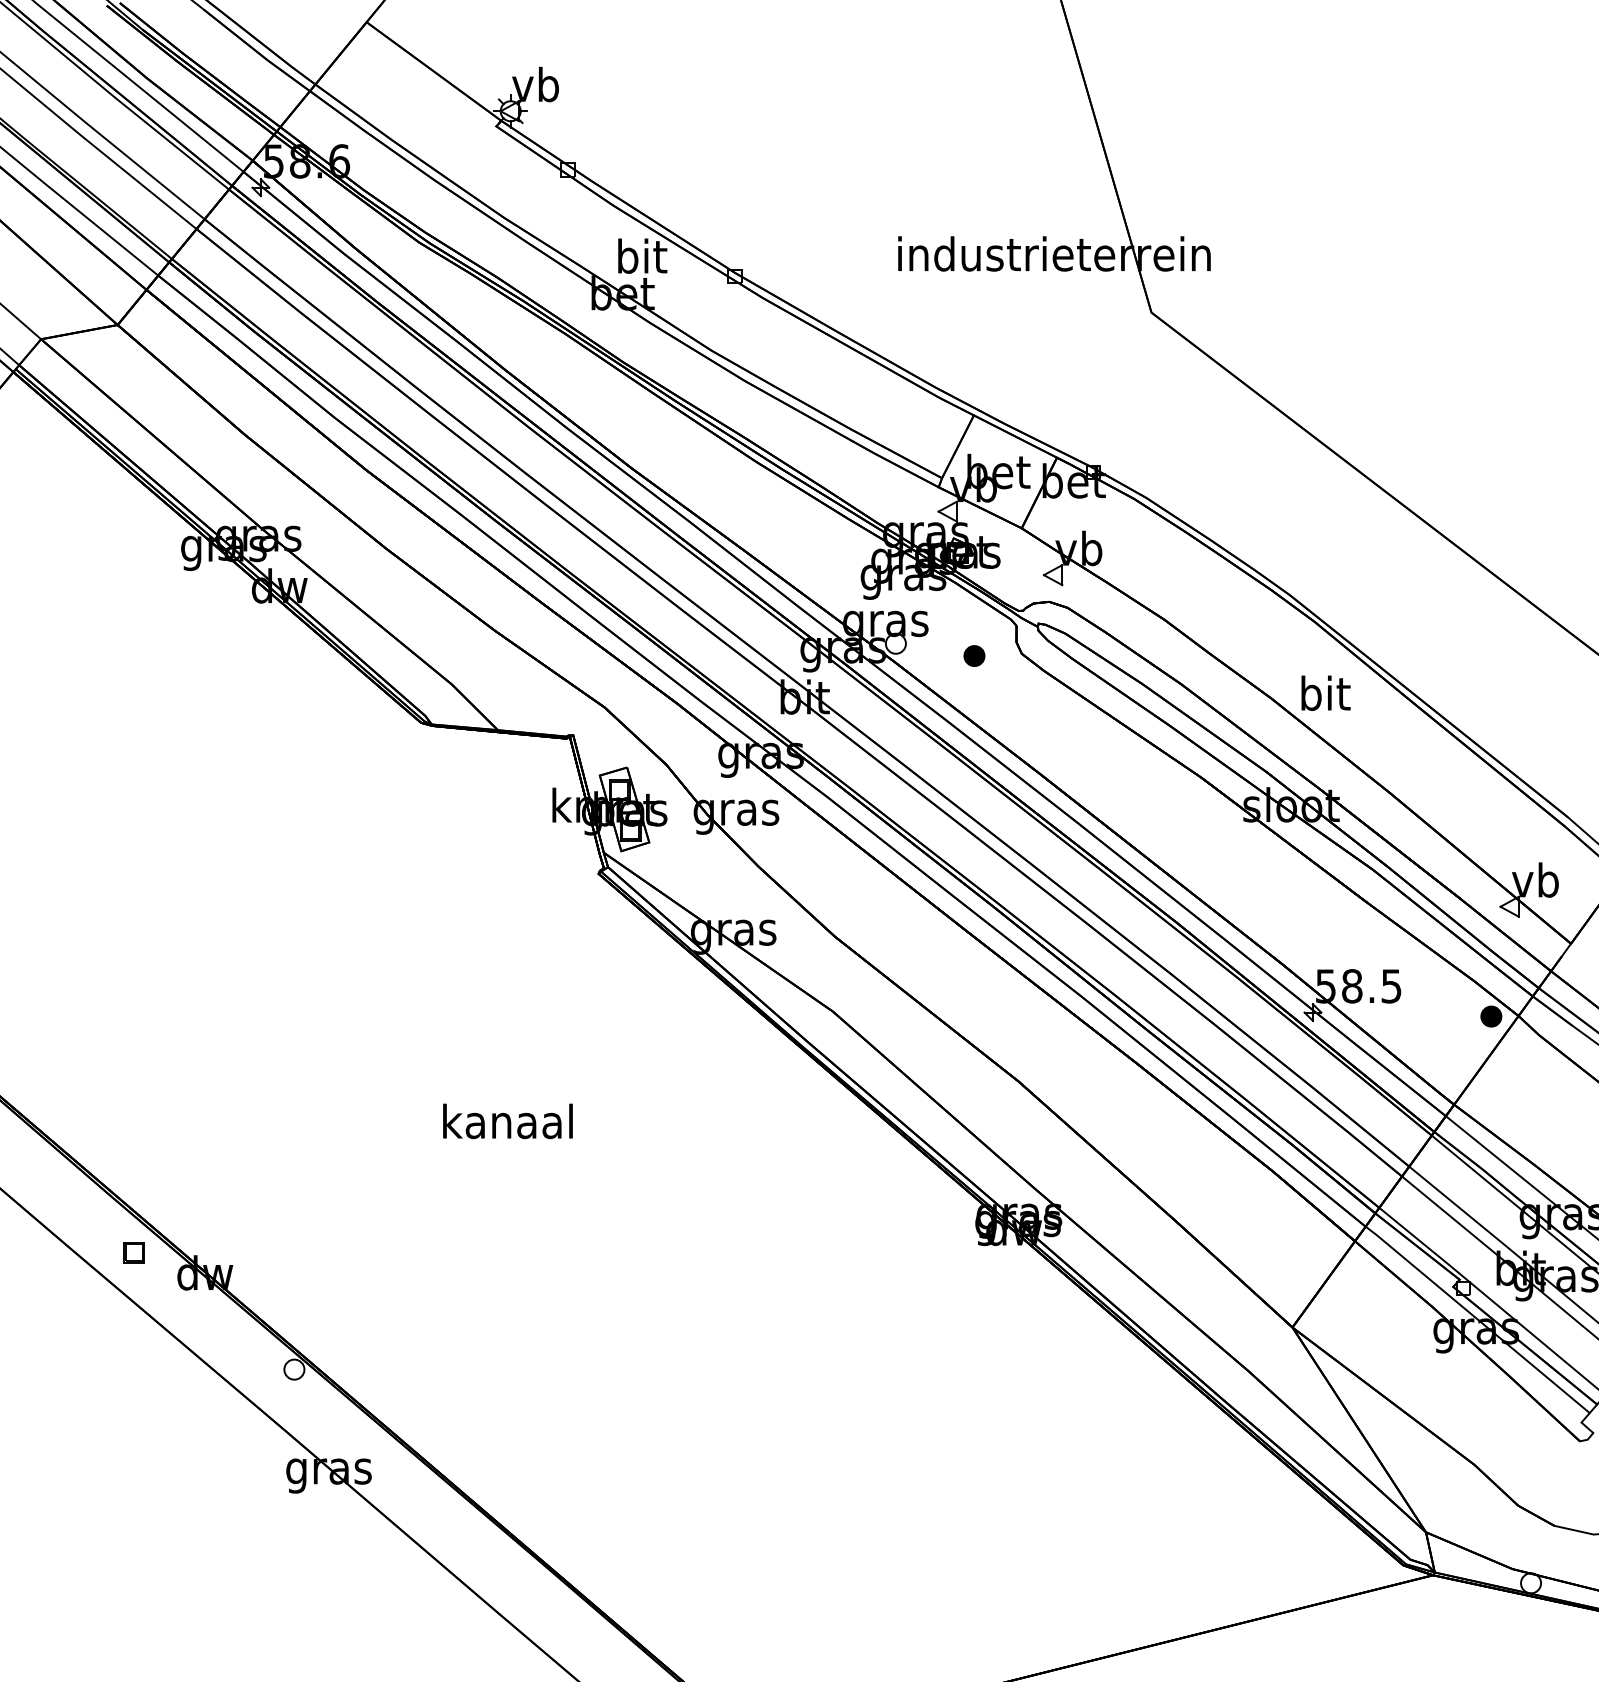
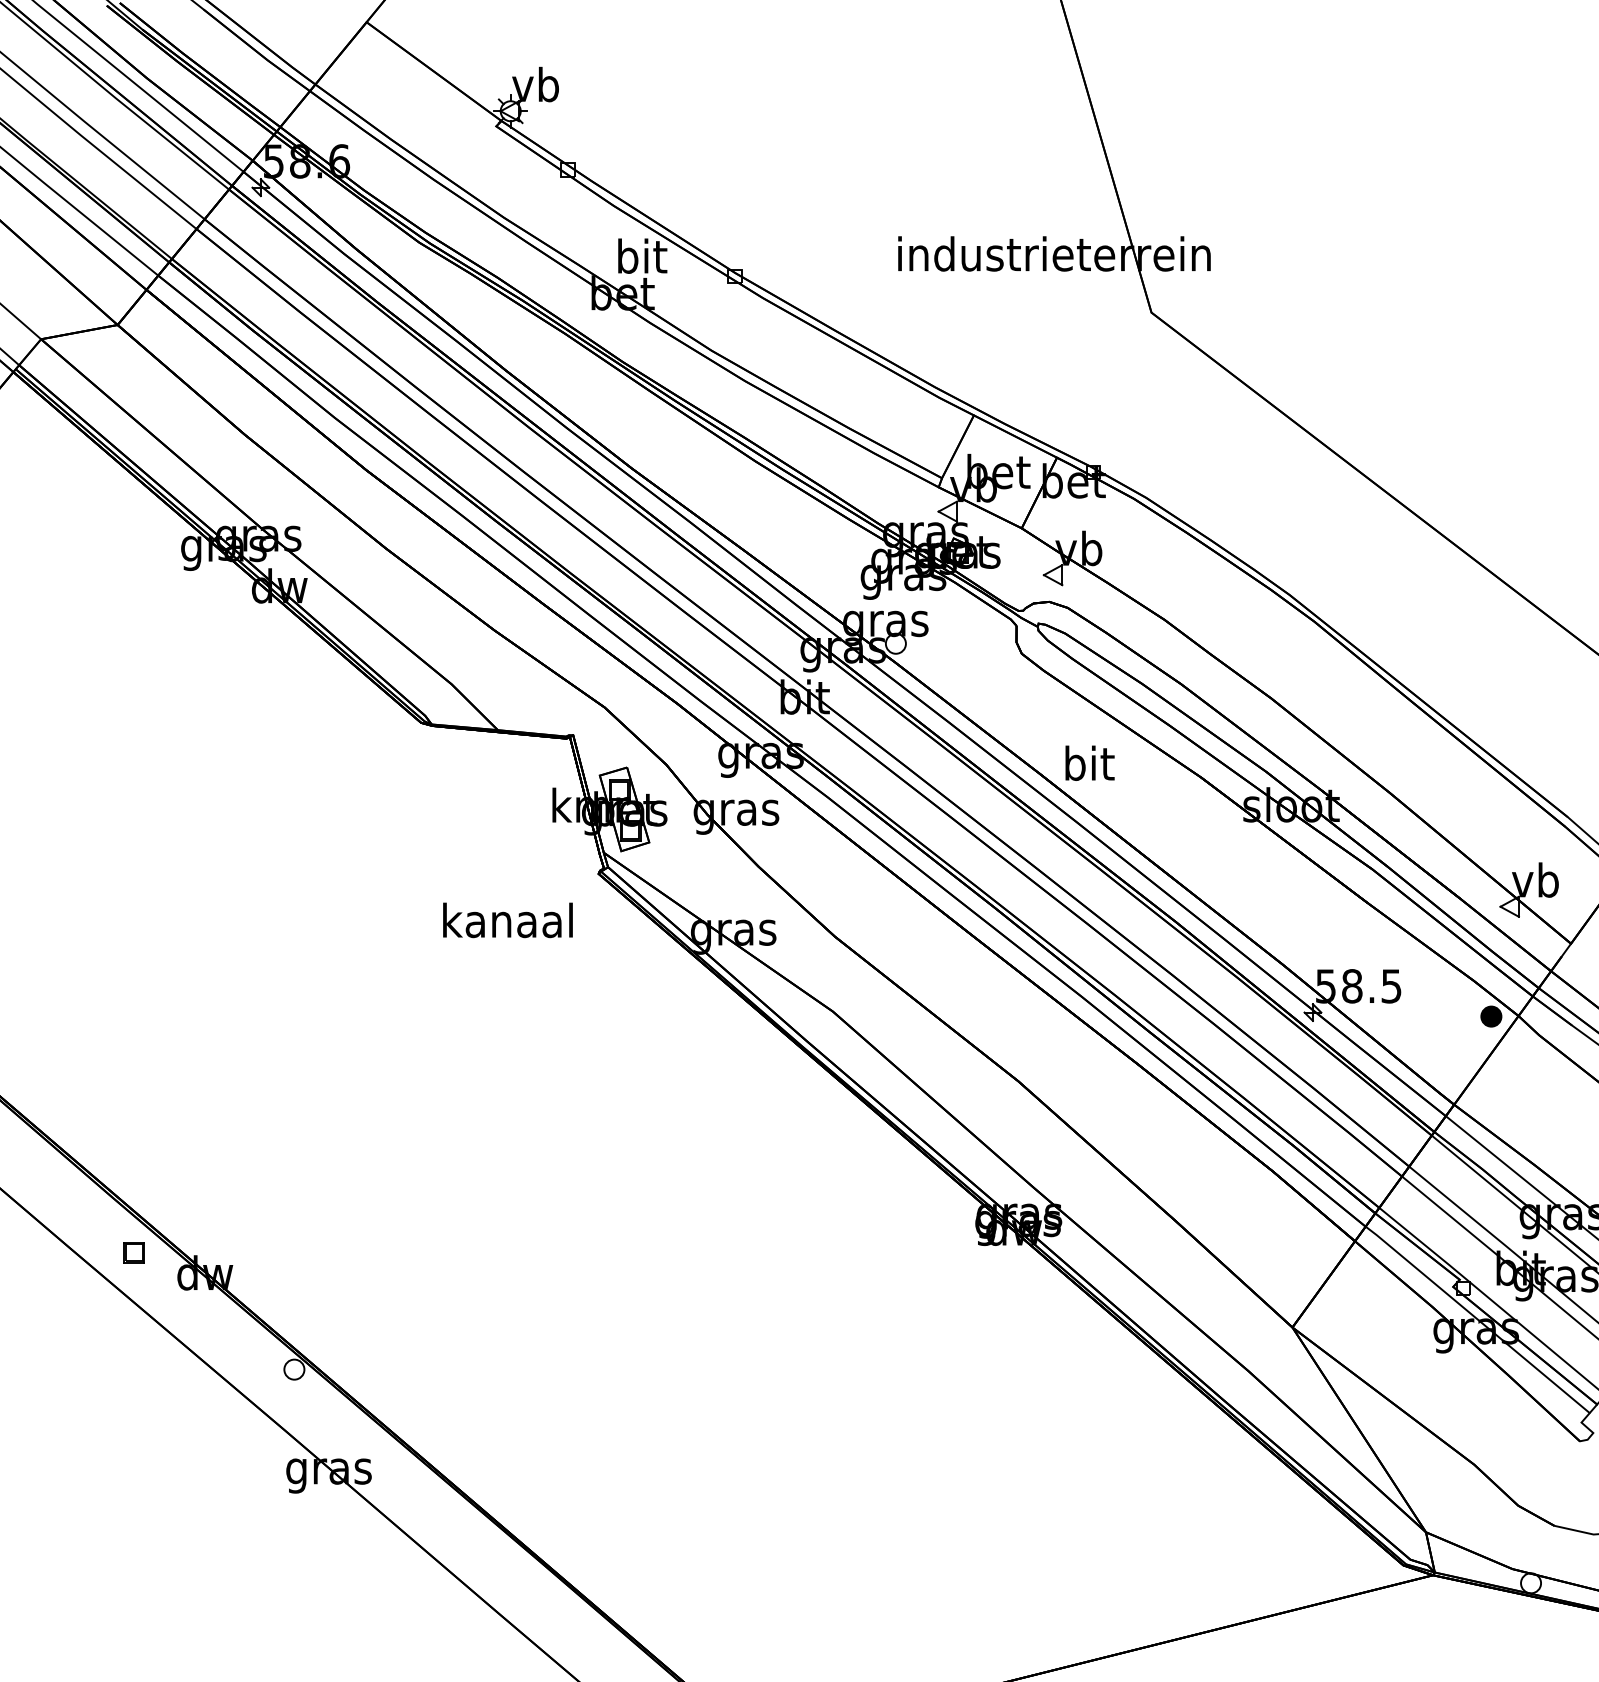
part at (974, 655): present -> none
text at (1325, 692) position: (1325, 692) -> (1089, 762)
text at (507, 1121) position: (507, 1121) -> (507, 920)
